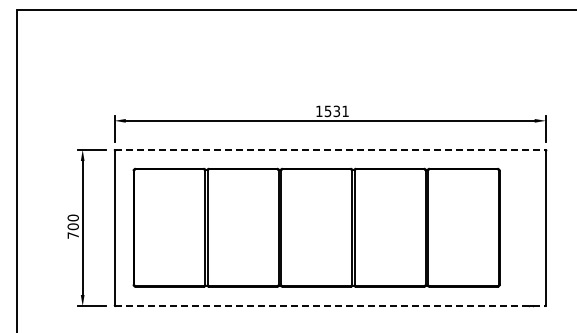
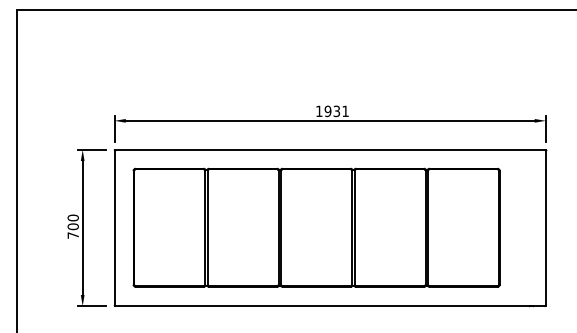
text at (327, 110): 1531 -> 1931
line at (330, 149): dashed -> solid
line at (330, 306): dashed -> solid
